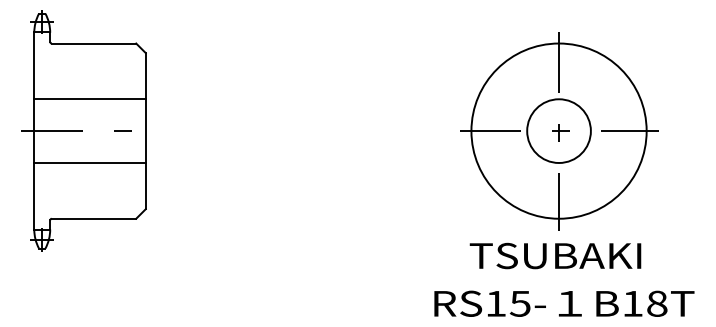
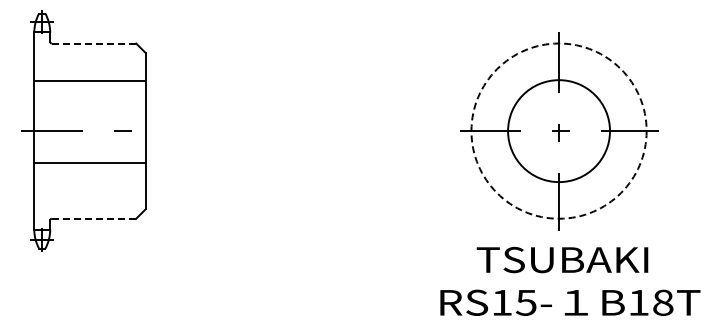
line at (94, 43): solid -> dashed
line at (89, 99) position: (89, 99) -> (89, 81)
circle at (558, 130): solid -> dashed
circle at (558, 131) diameter: 64 px -> 102 px
line at (94, 218): solid -> dashed
text at (555, 255) position: (555, 255) -> (562, 259)
text at (564, 303) position: (564, 303) -> (570, 302)
